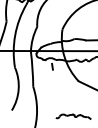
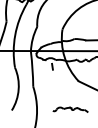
part at (73, 116) position: (73, 116) -> (70, 109)
